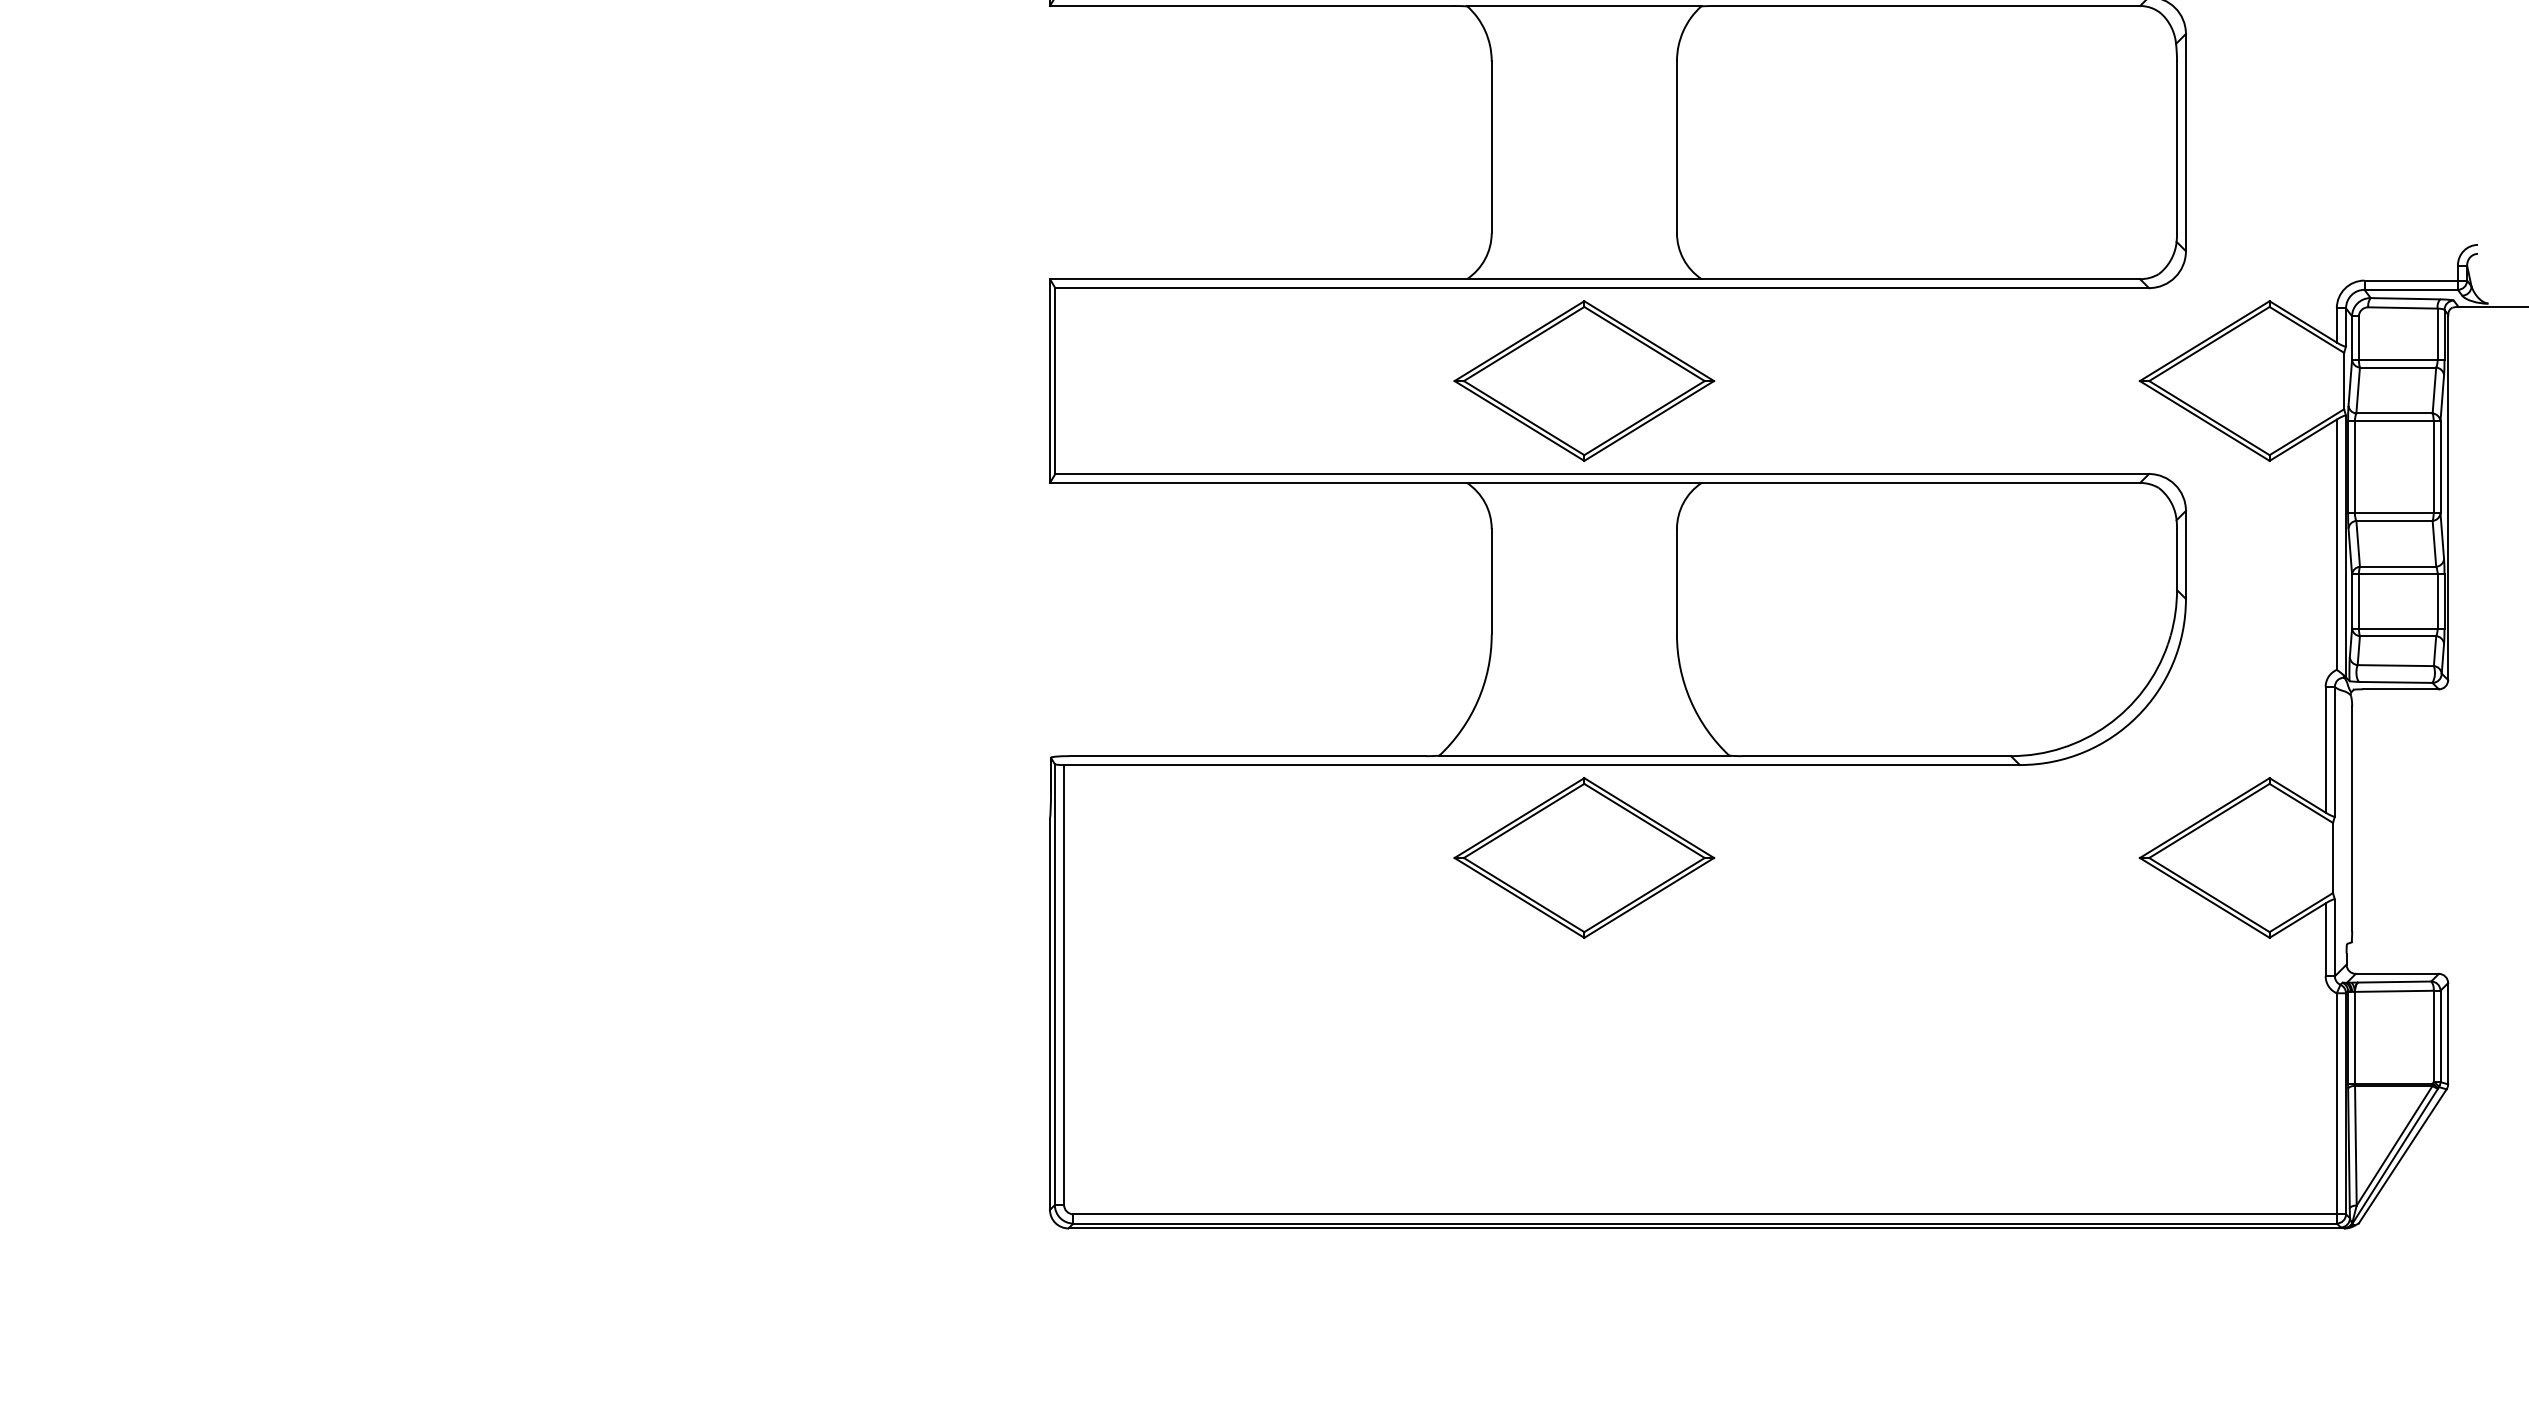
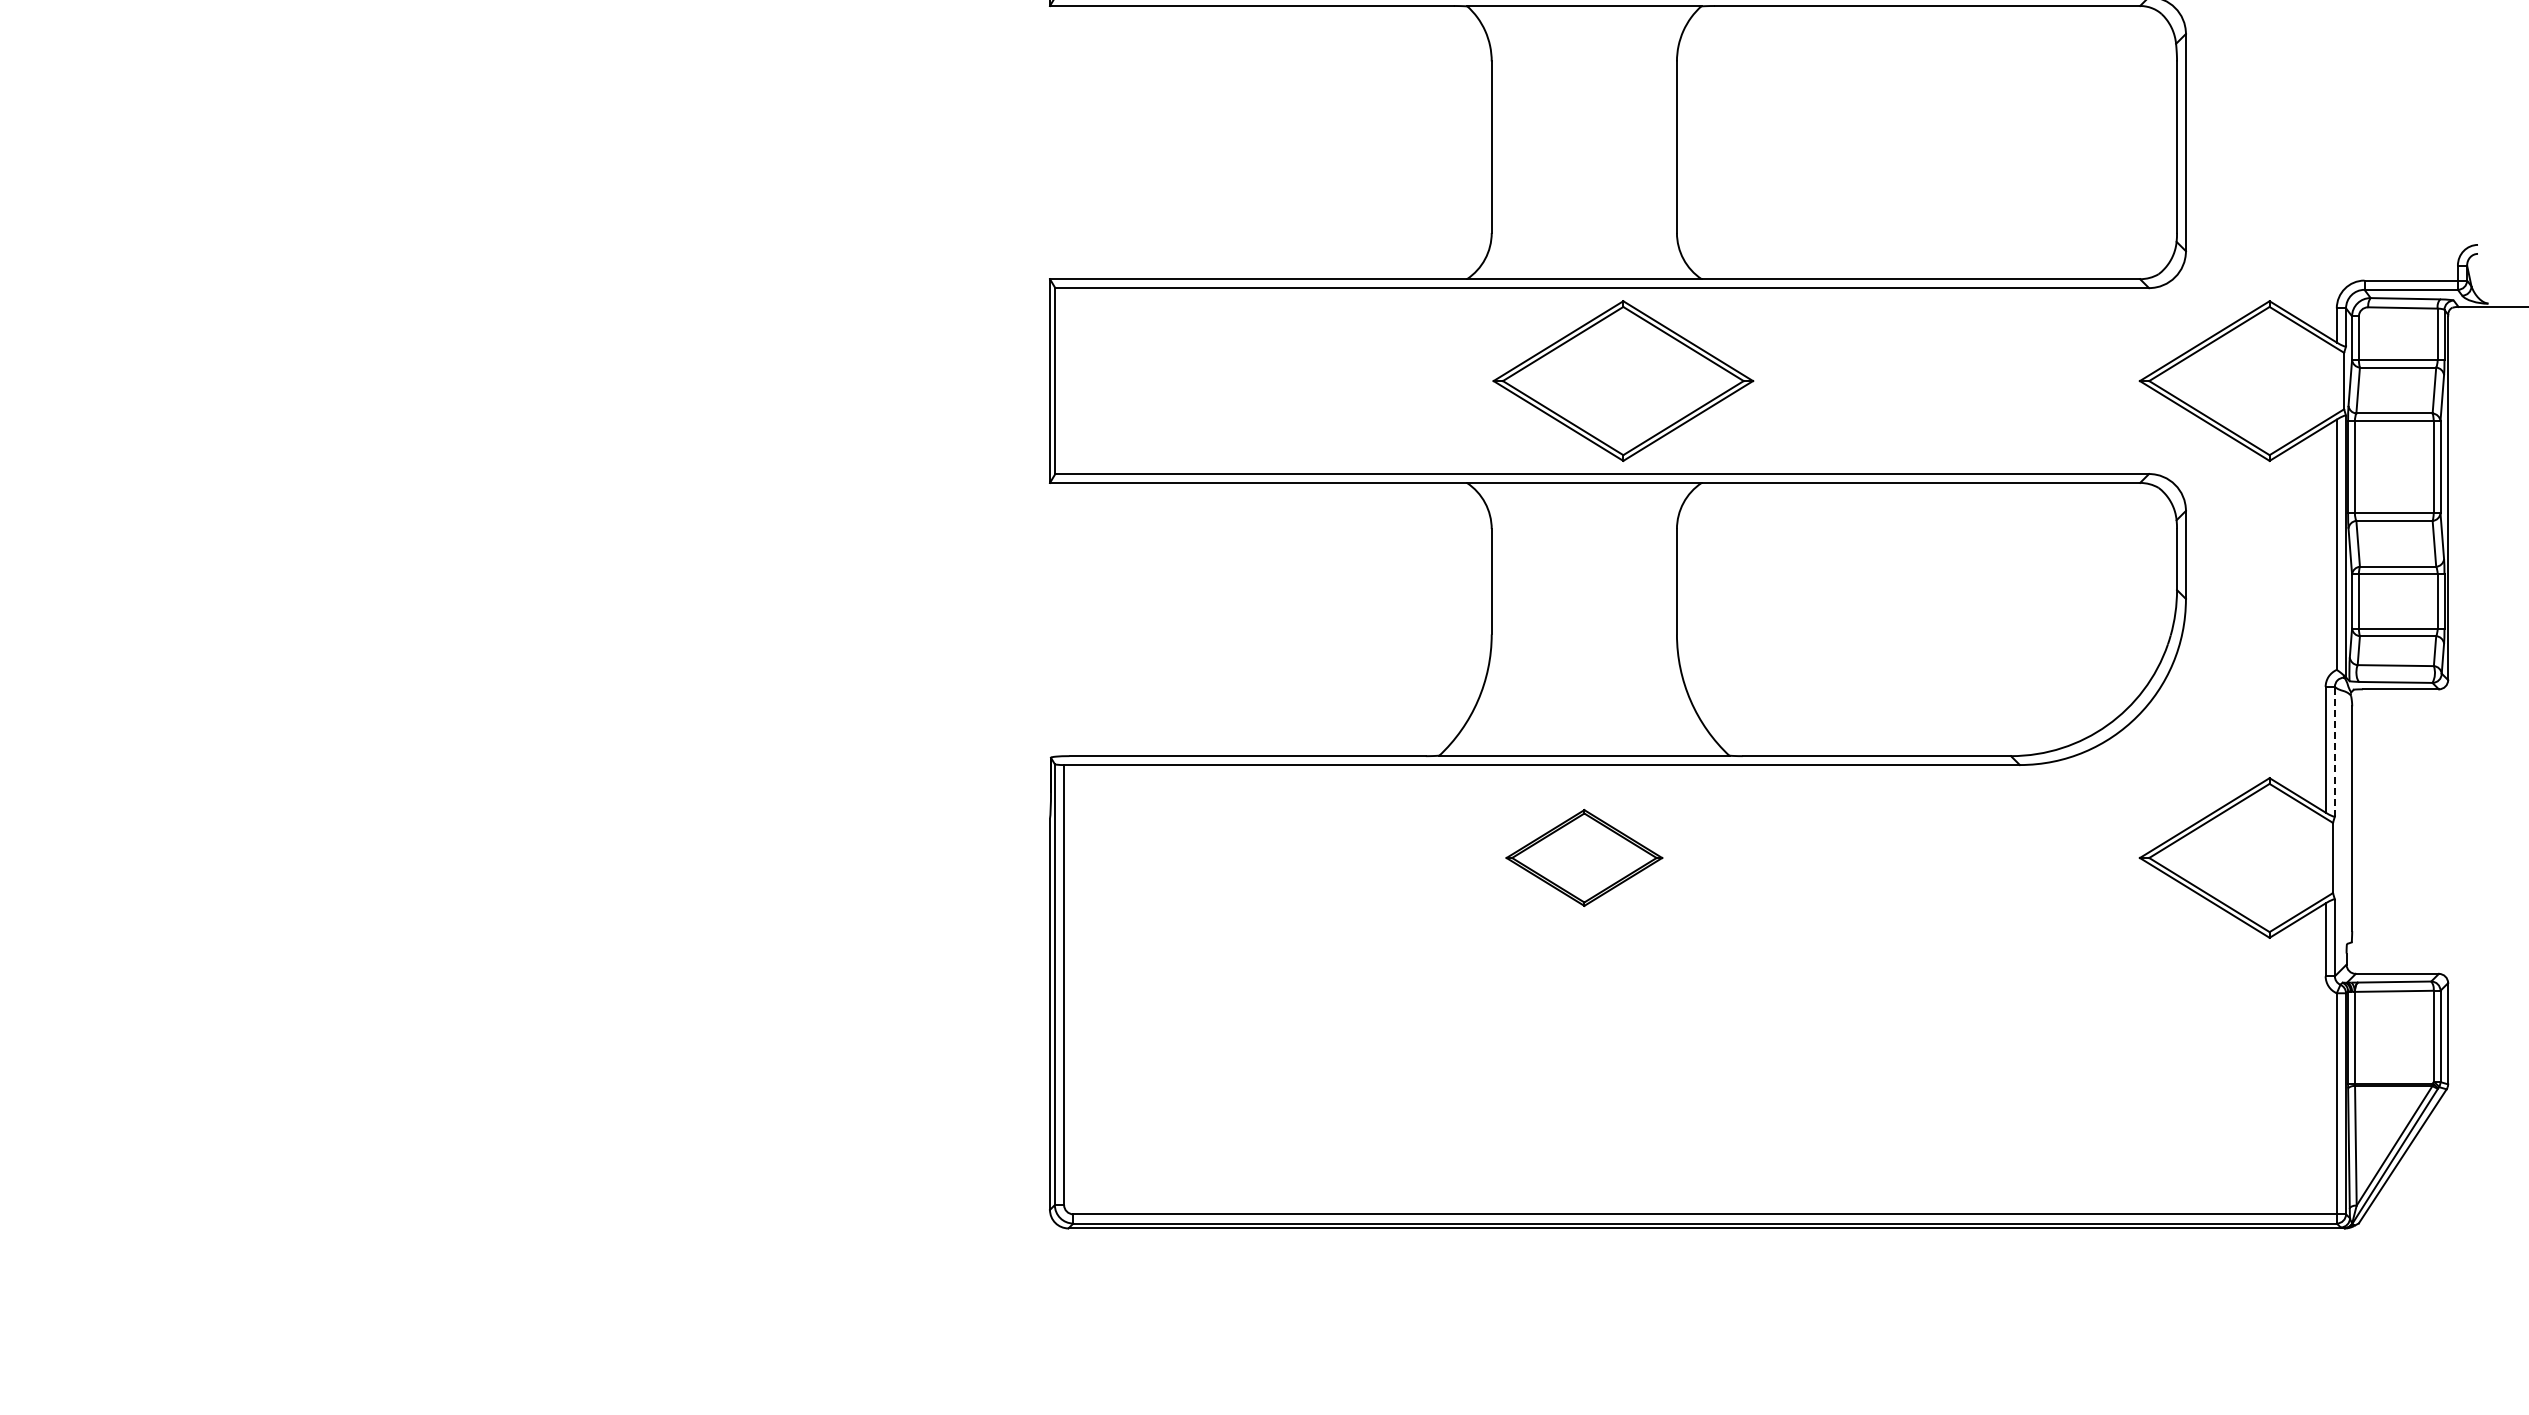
part at (1584, 380) position: (1584, 380) -> (1623, 380)
line at (2334, 751): solid -> dashed
part at (1584, 857) size: 263x162 px -> 159x98 px
